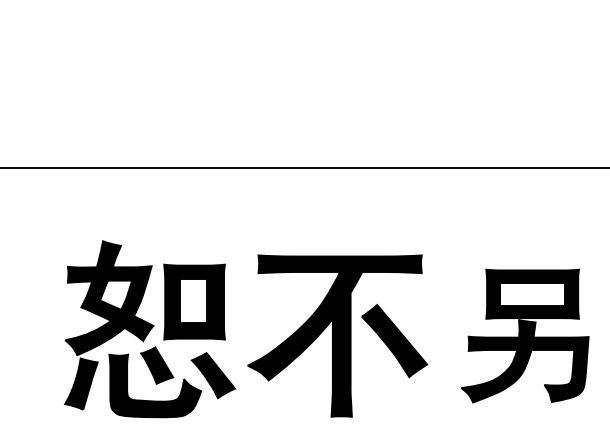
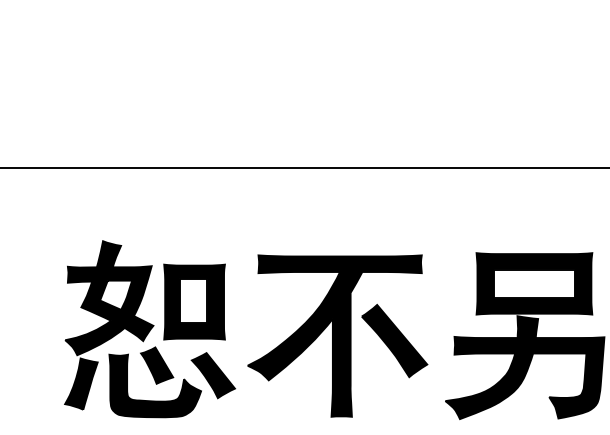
part at (525, 335) size: 129x136 px -> 161x168 px
